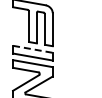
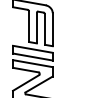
line at (33, 49): dashed -> solid
